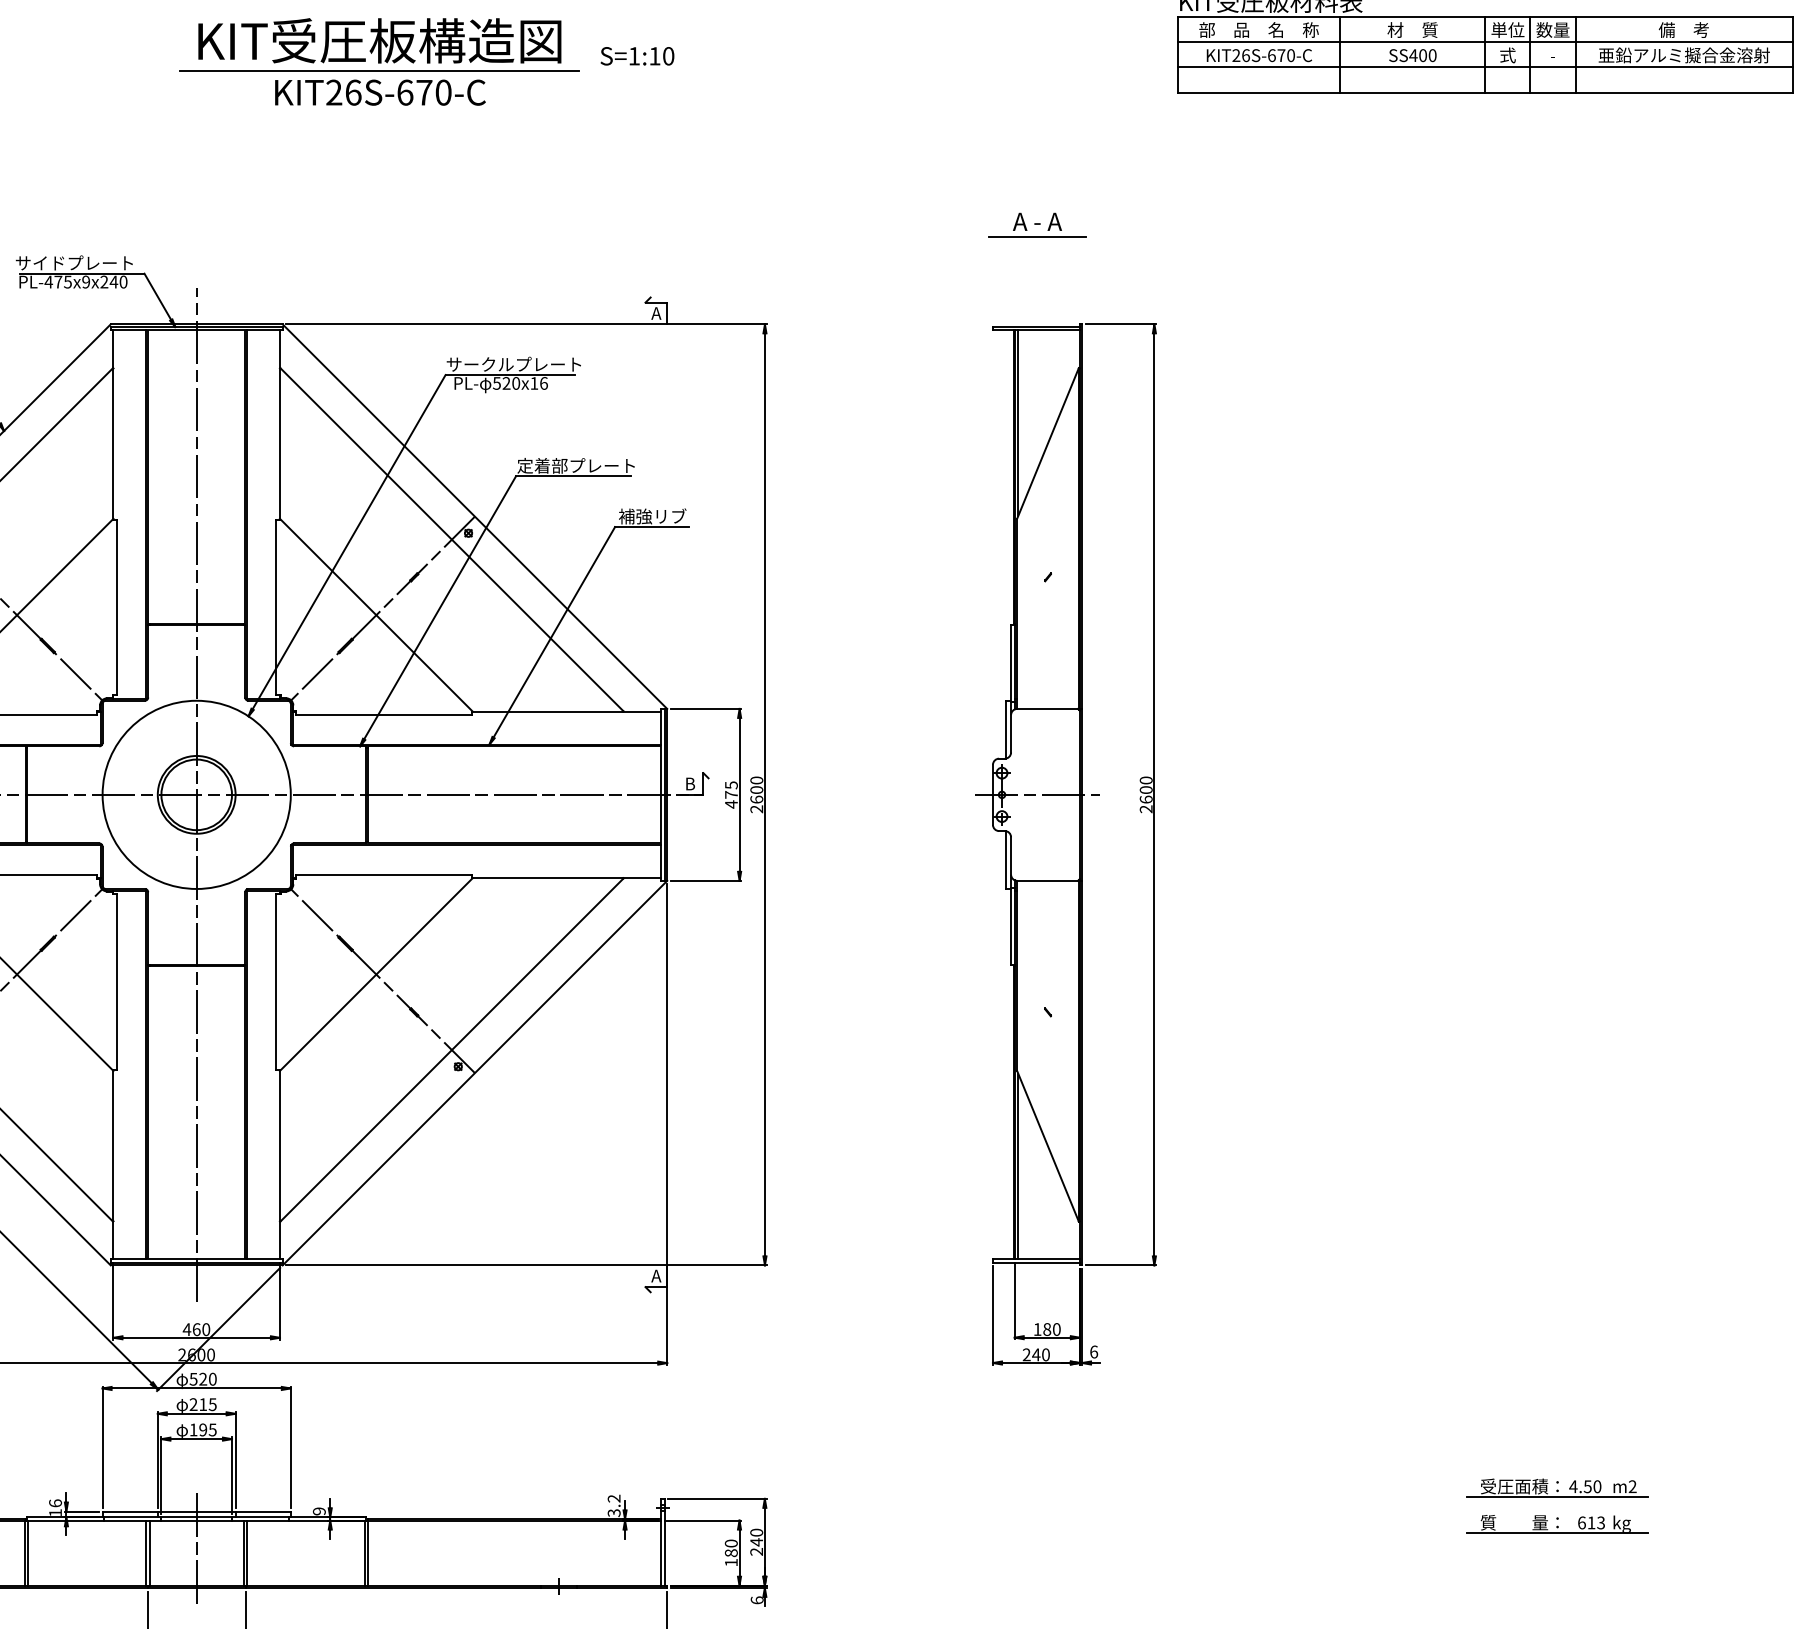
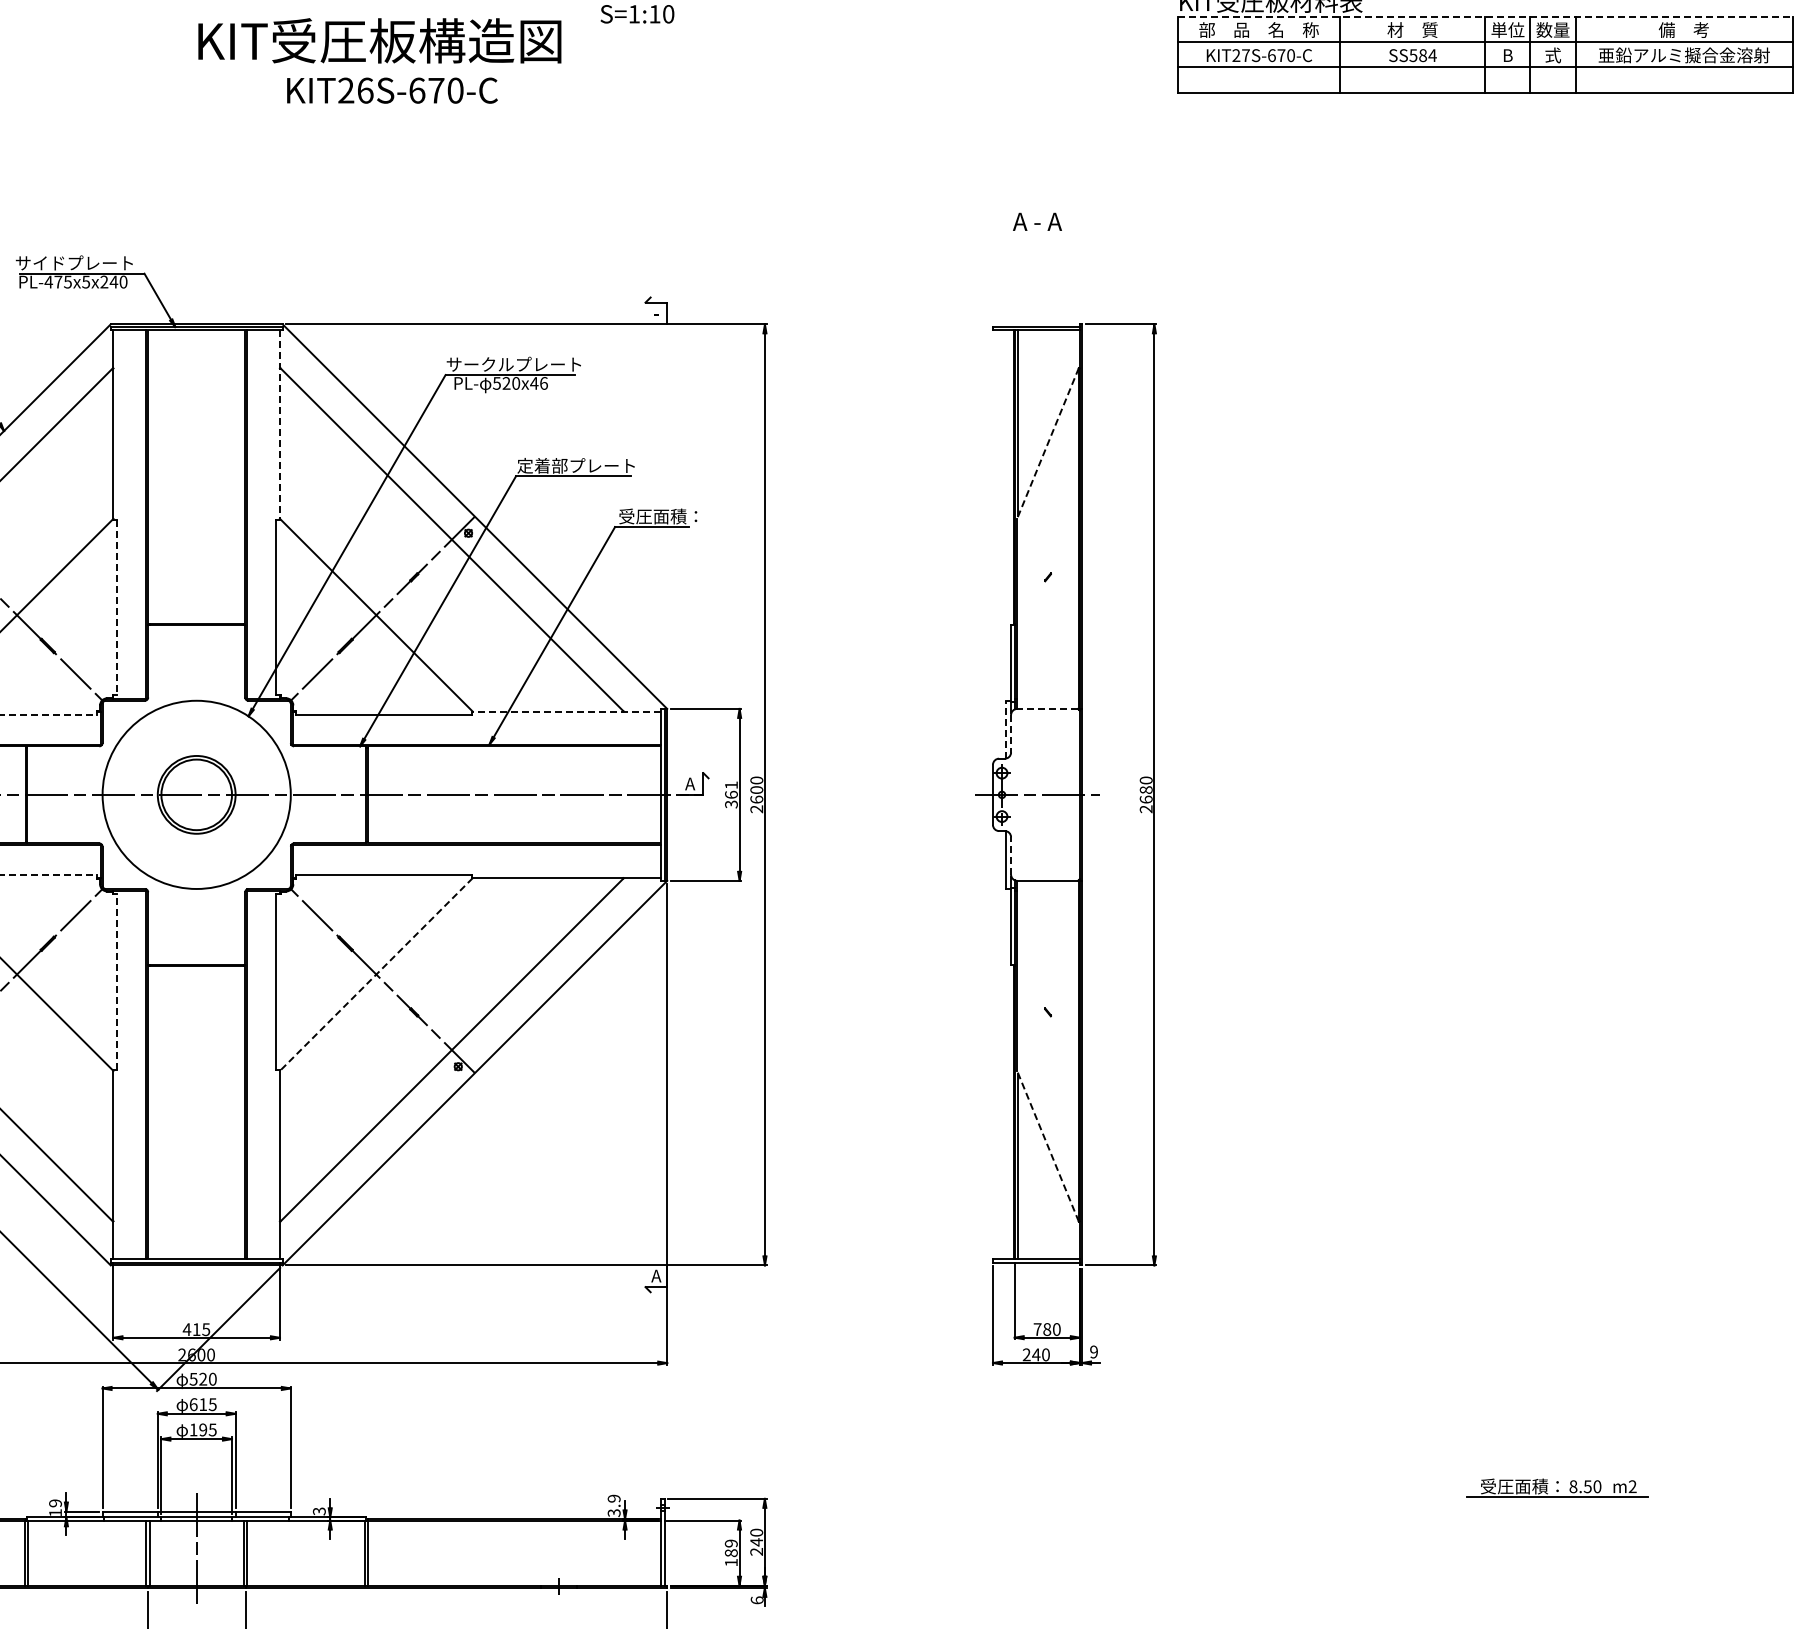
line at (1485, 16): solid -> dashed
text at (1245, 55): KIT26S-670-C -> KIT27S-670-C
text at (1422, 55): SS400 -> SS584
text at (1507, 55): 式 -> B
text at (1552, 55): - -> 式
text at (637, 56) position: (637, 56) -> (637, 14)
line at (379, 71): present -> none
text at (380, 92) position: (380, 92) -> (392, 90)
line at (1037, 236): present -> none
text at (86, 281): PL-475x9x240 -> PL-475x5x240
text at (656, 313): A -> -
text at (534, 383): 520x16 -> 520x46
line at (279, 424): solid -> dashed
line at (1047, 443): solid -> dashed
text at (658, 516): 補強リブ -> 受圧面積：
line at (117, 607): solid -> dashed
line at (1047, 708): solid -> dashed
line at (566, 711): solid -> dashed
line at (49, 715): solid -> dashed
line at (1005, 729): solid -> dashed
line at (1011, 733): solid -> dashed
text at (690, 783): B -> A
text at (1146, 789): 2600 -> 2680
line at (196, 794): present -> none
text at (731, 794): 475 -> 361
line at (1011, 855): solid -> dashed
line at (49, 874): solid -> dashed
line at (376, 974): solid -> dashed
line at (117, 982): solid -> dashed
line at (1047, 1145): solid -> dashed
text at (201, 1329): 460 -> 415
text at (1037, 1329): 180 -> 780
text at (1094, 1351): 6 -> 9
text at (193, 1404): 215 -> 615
text at (1573, 1486): 4.50 -> 8.50
text at (614, 1498): 3.2 -> 3.9
text at (55, 1503): 16 -> 19
text at (319, 1511): 9 -> 3
part at (1557, 1524): present -> none
text at (731, 1543): 180 -> 189
